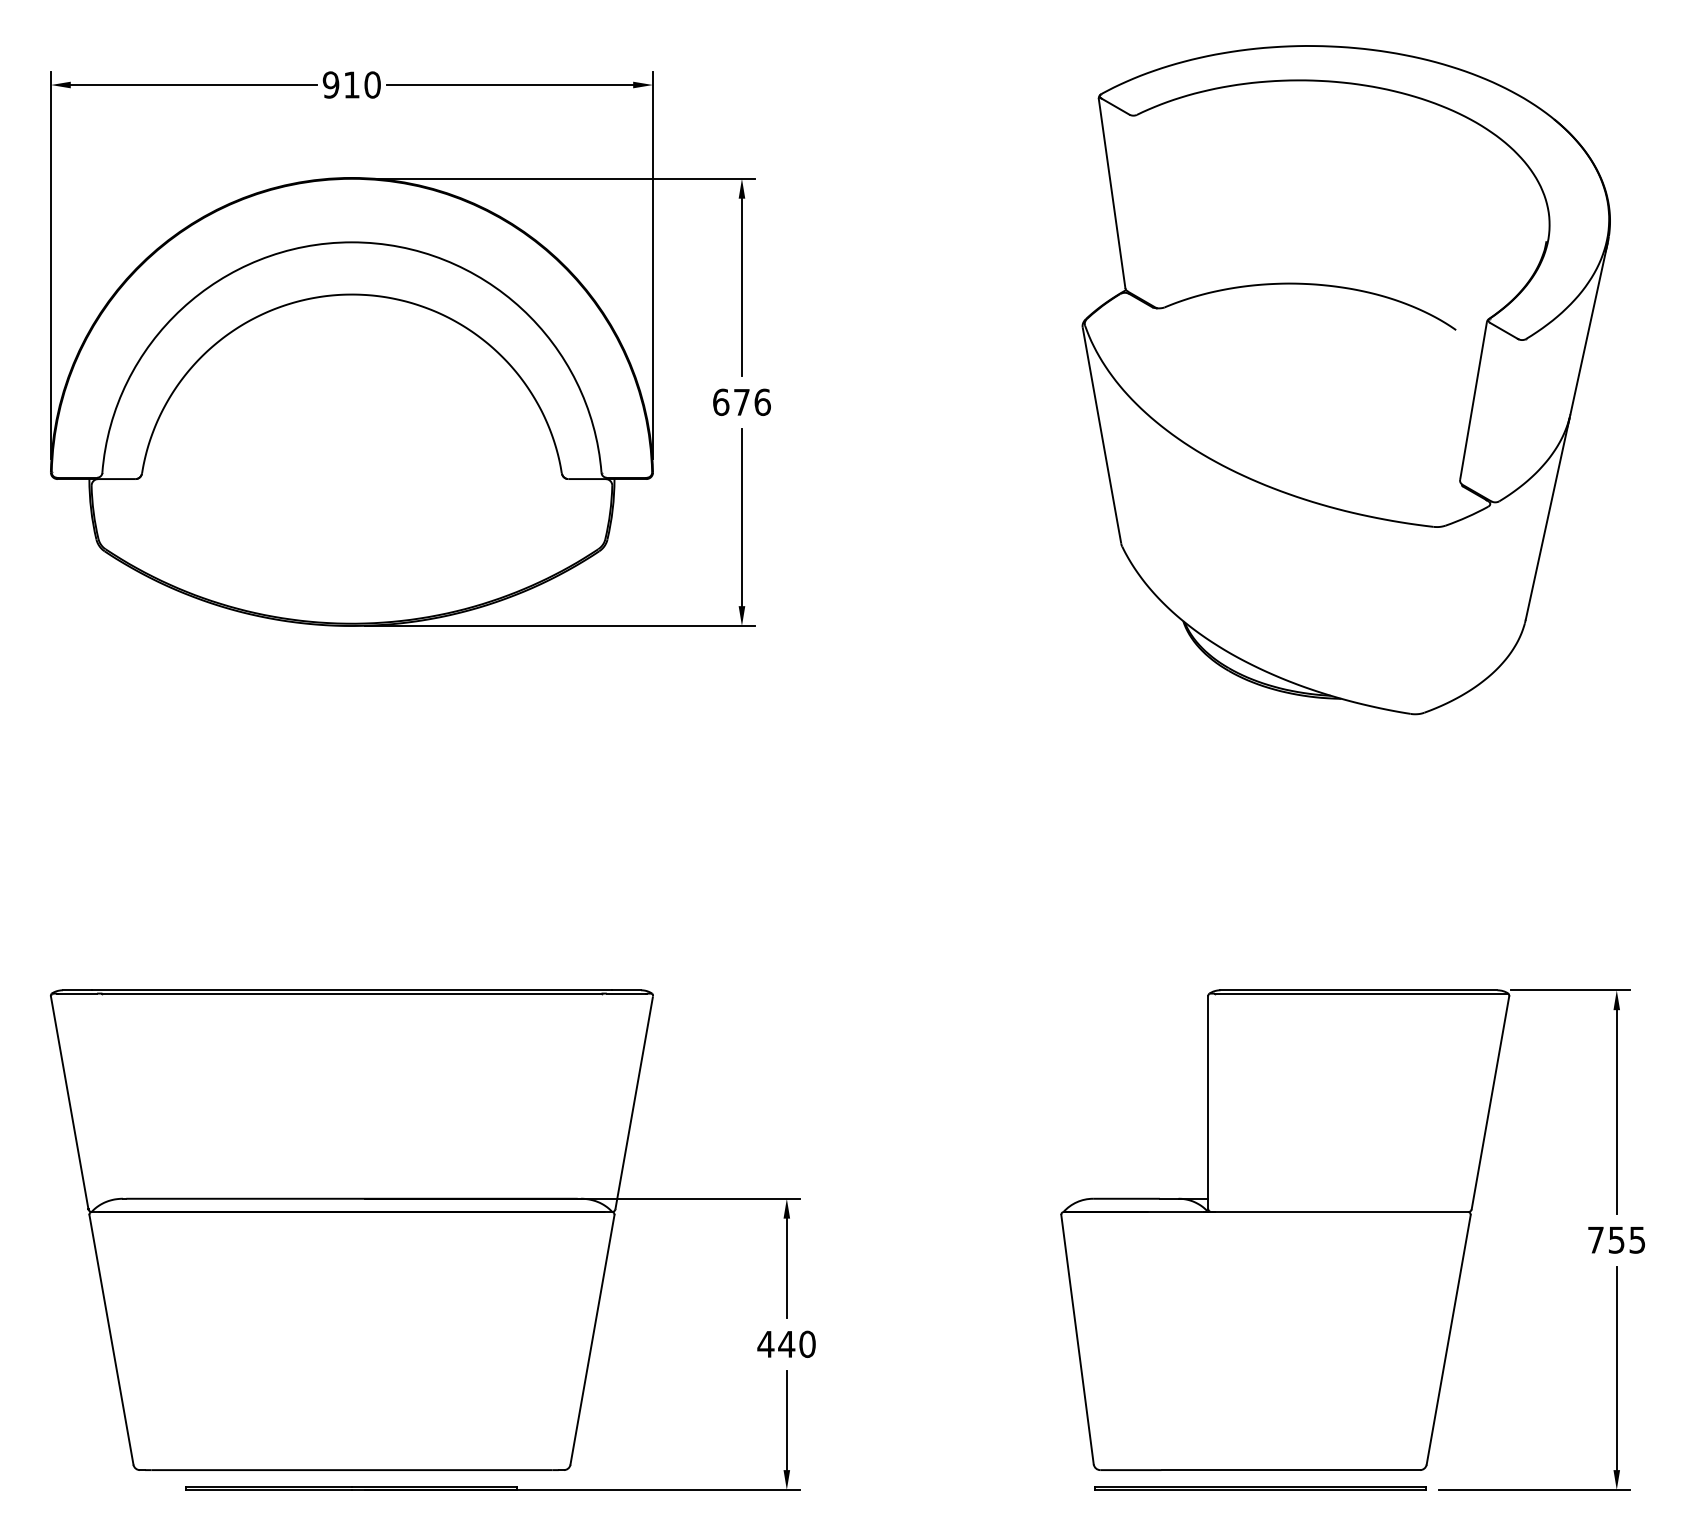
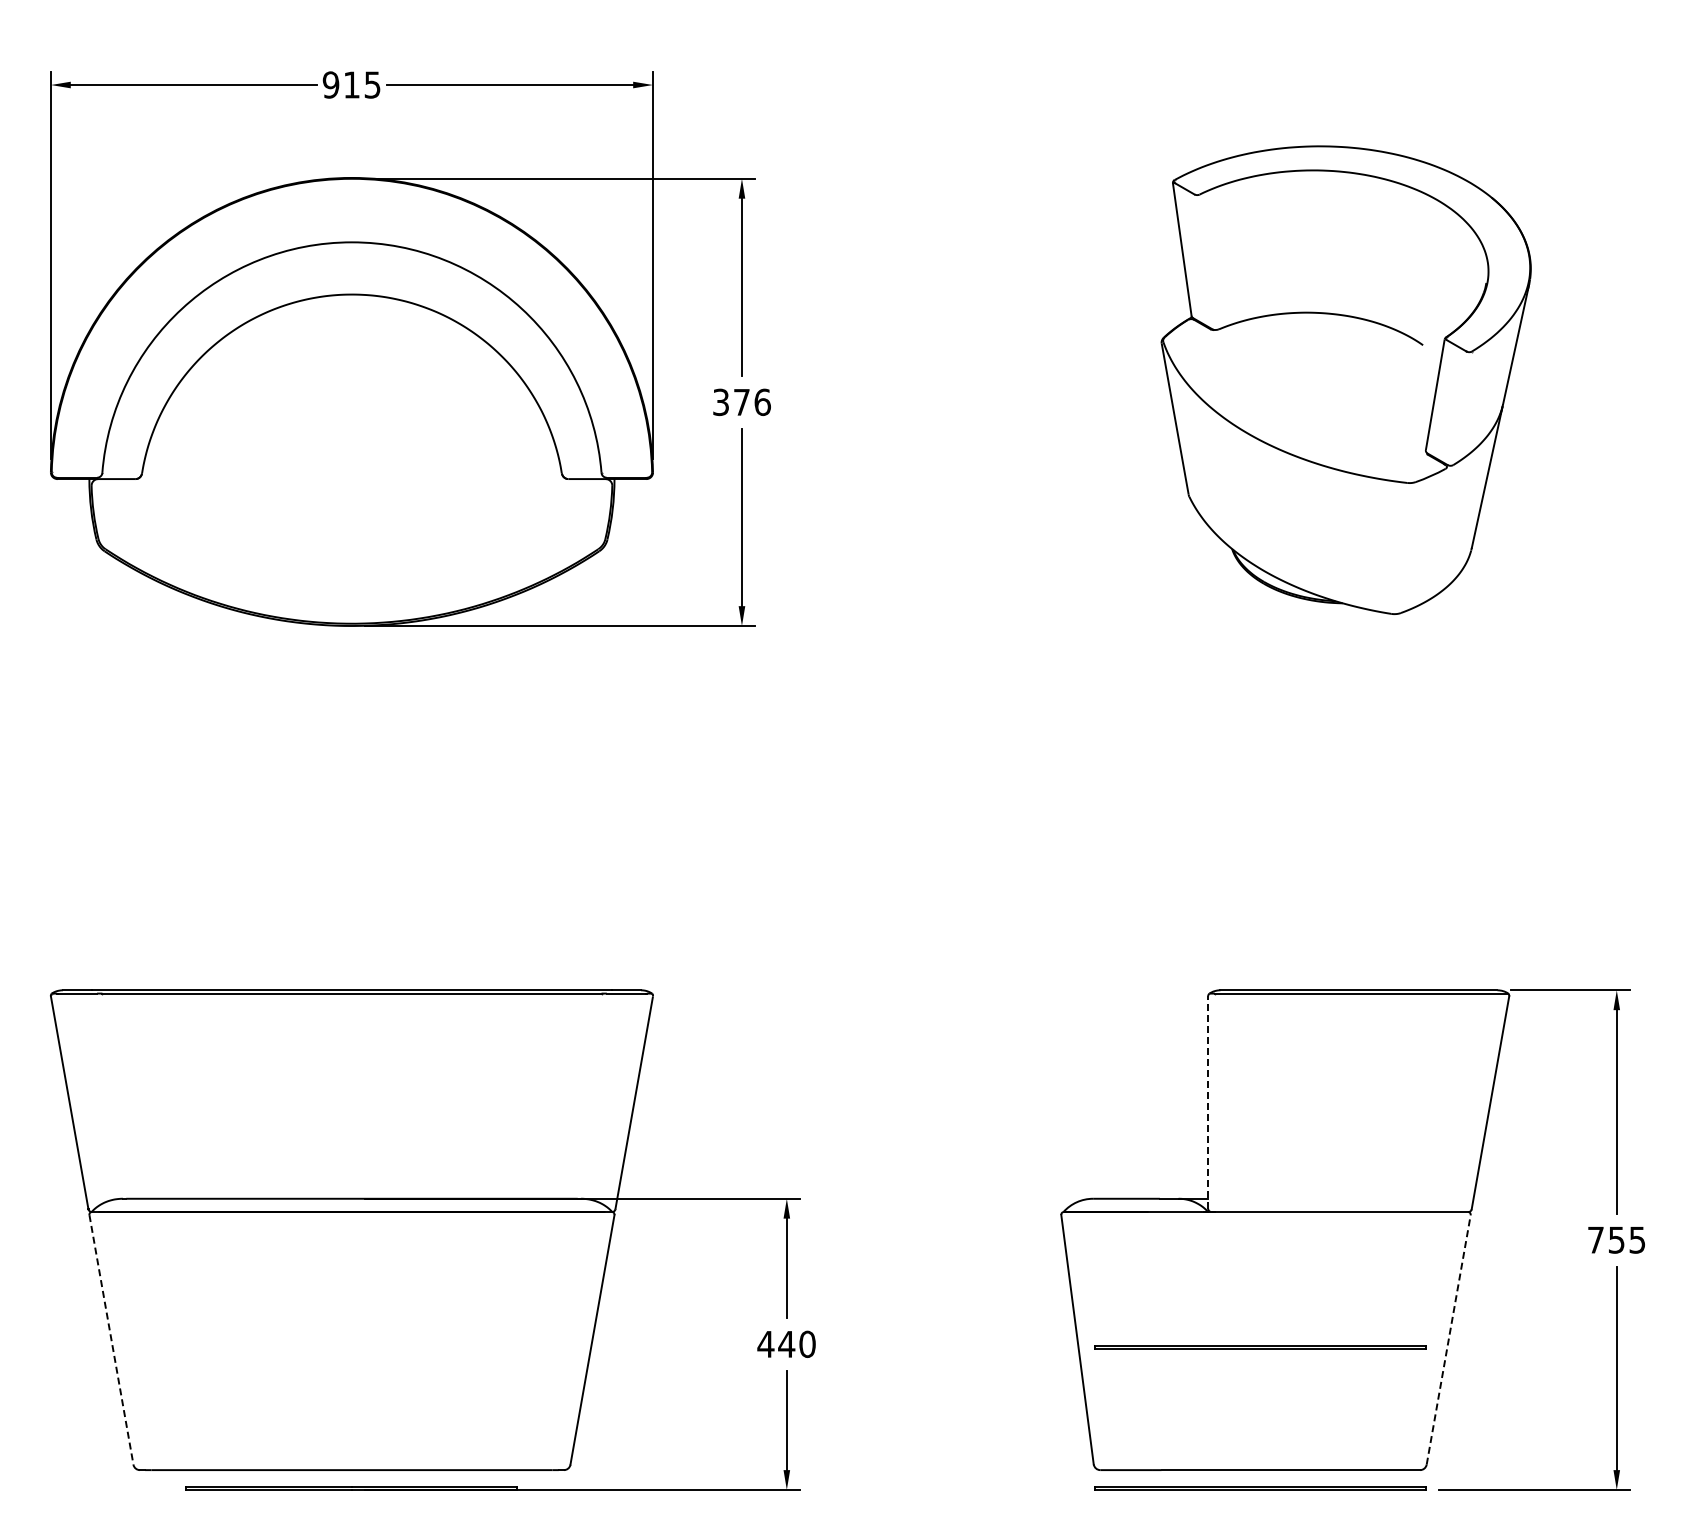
text at (372, 84): 910 -> 915
part at (1345, 380) size: 530x671 px -> 372x470 px
text at (721, 402): 676 -> 376
line at (1208, 1101): solid -> dashed
line at (111, 1339): solid -> dashed
line at (1448, 1339): solid -> dashed
line at (1260, 1346): none -> present
